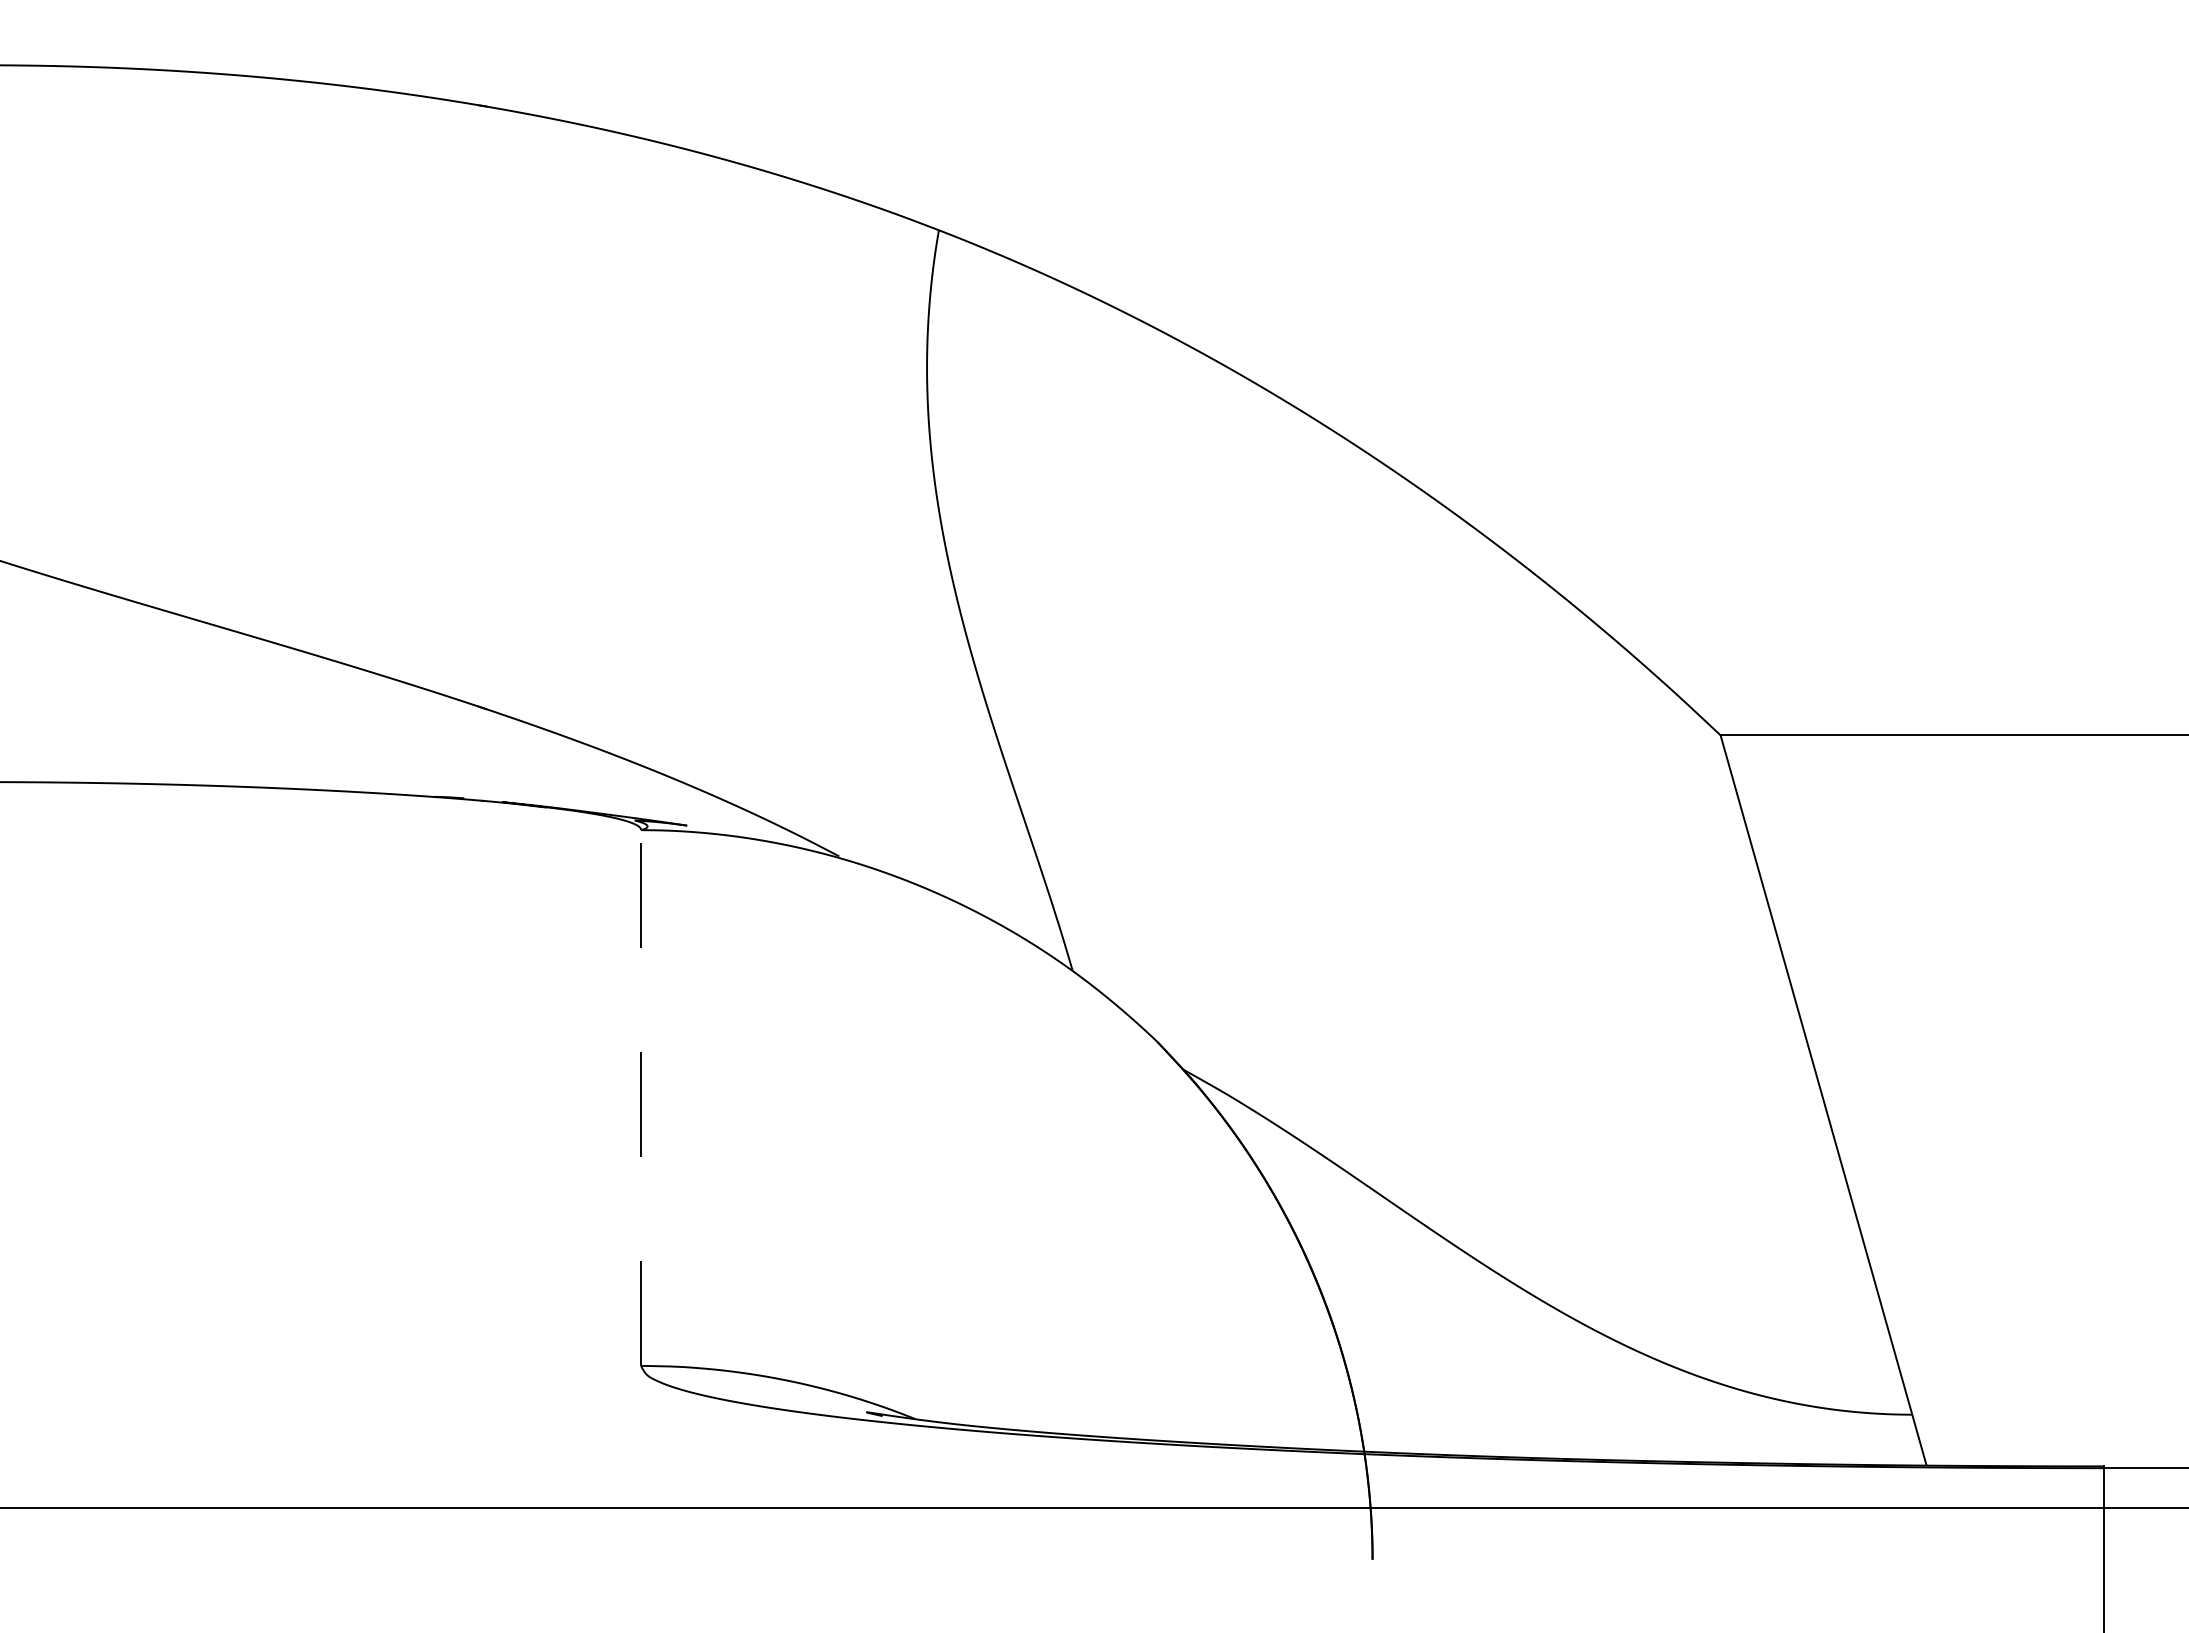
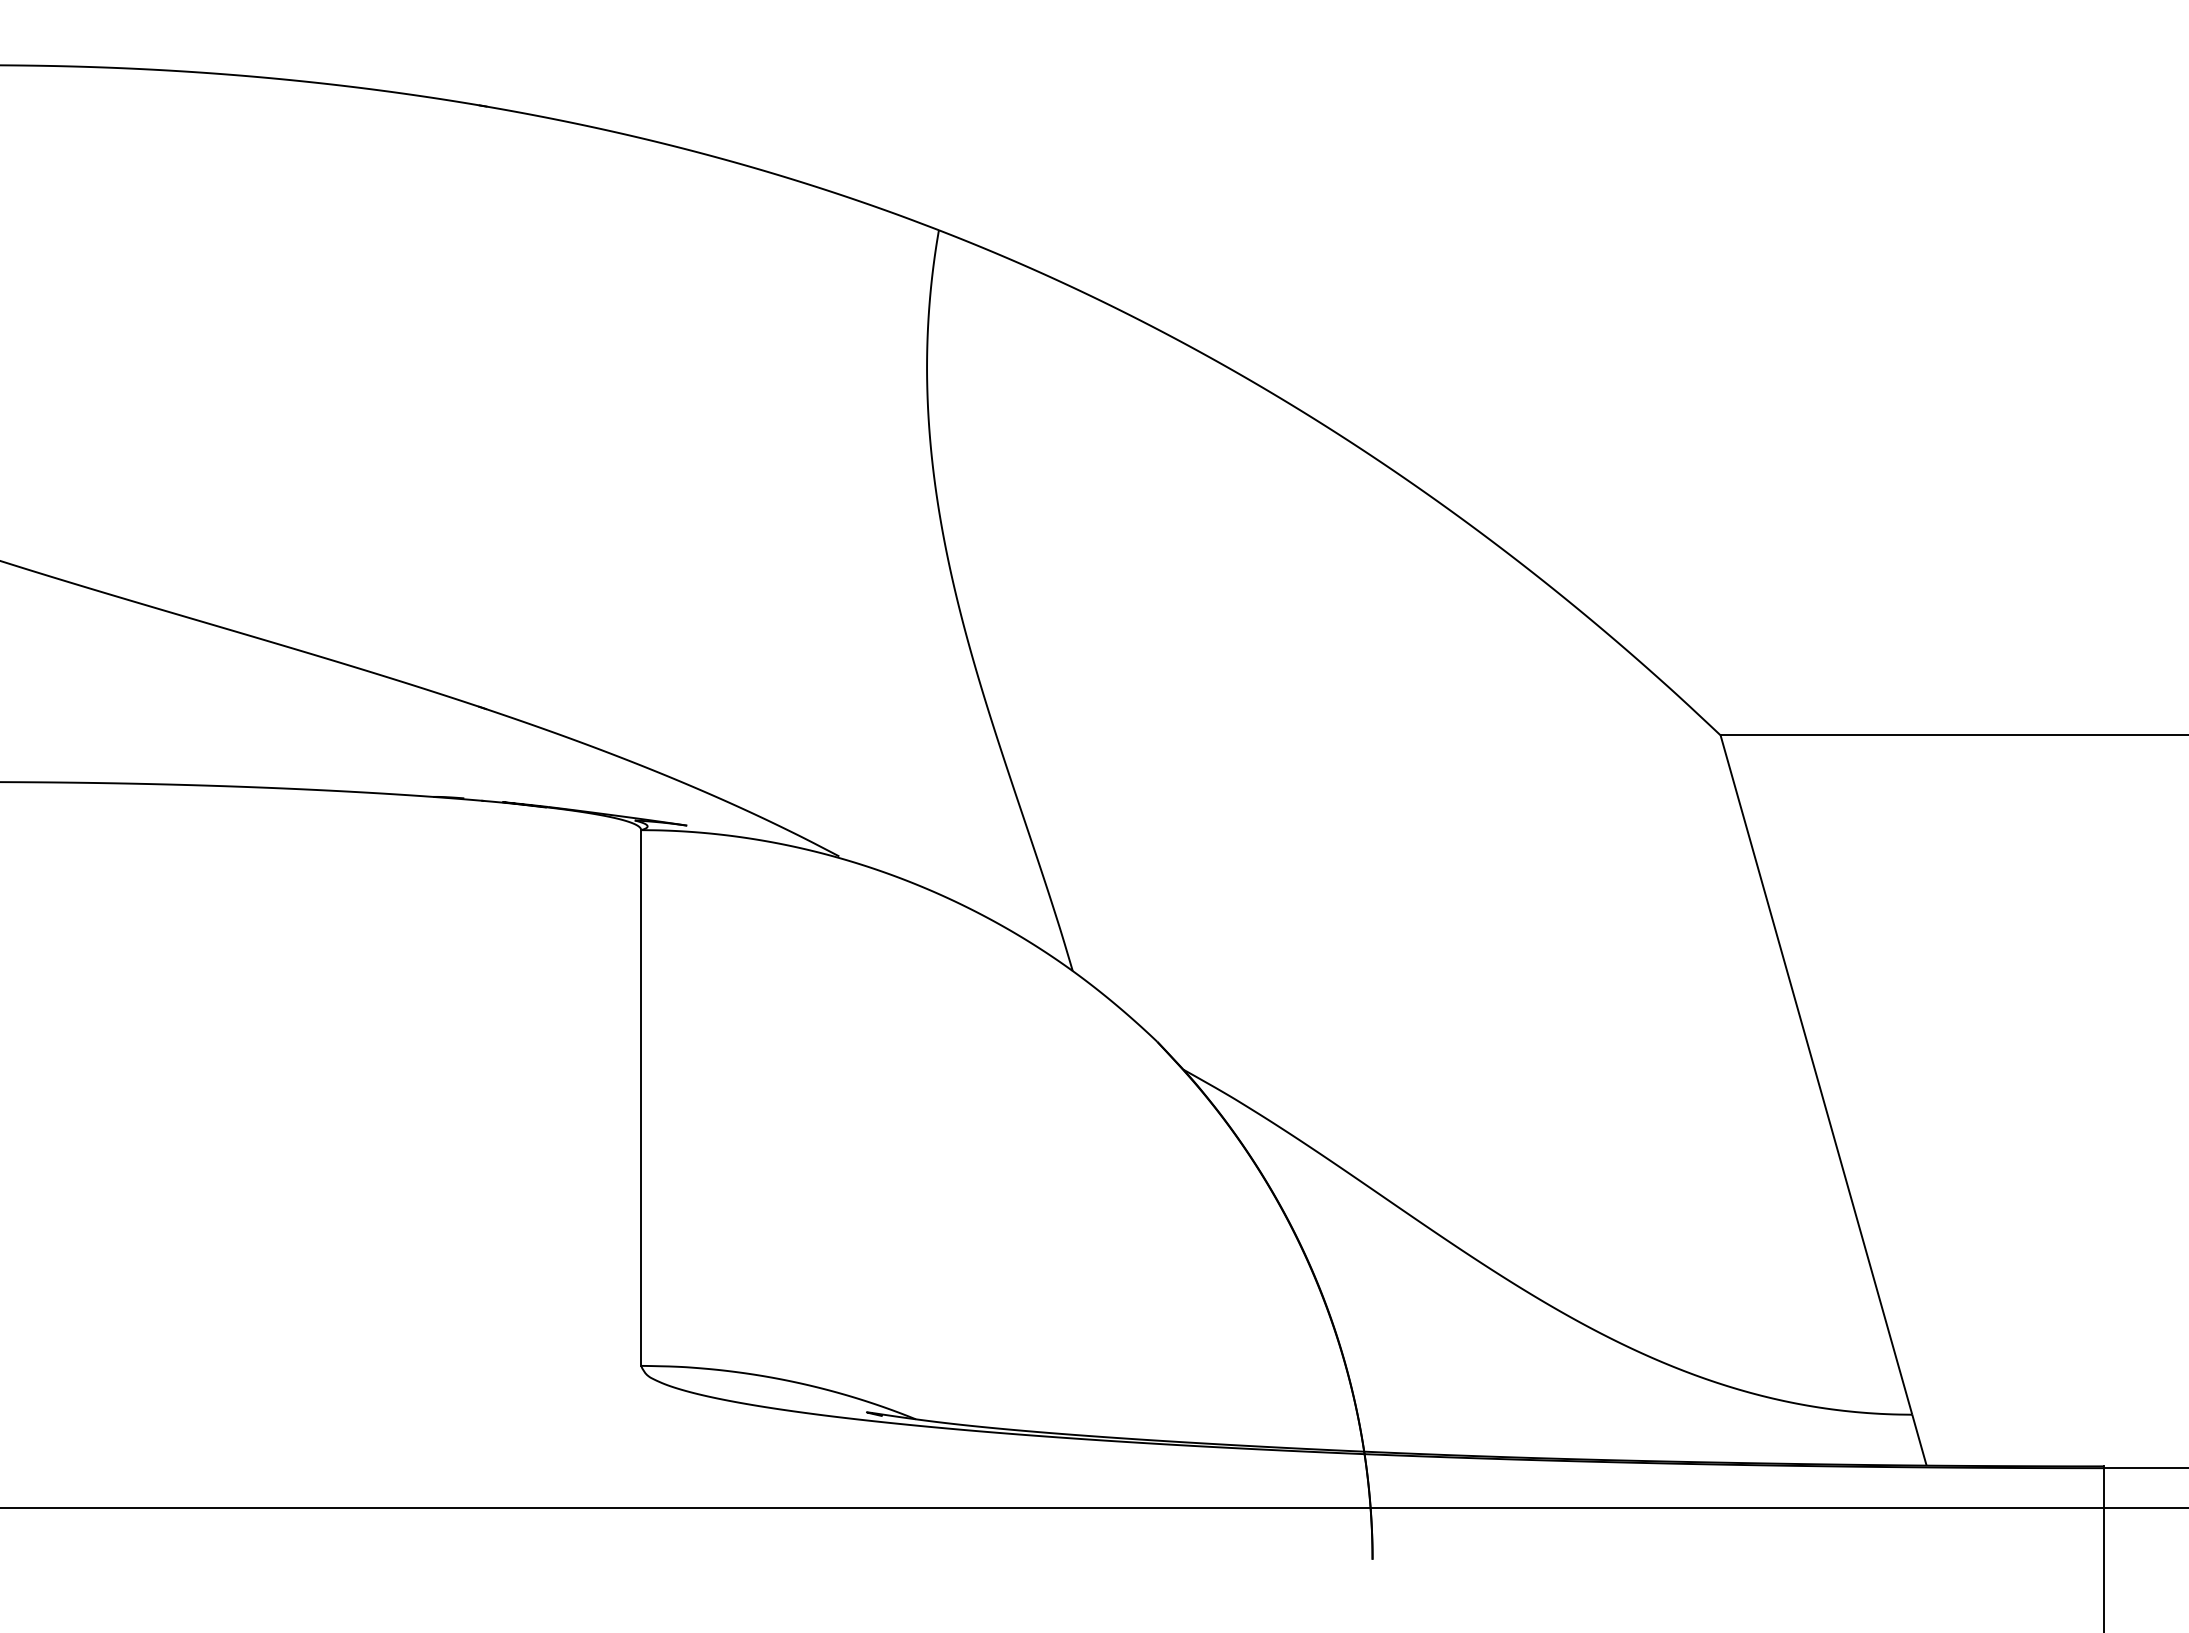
line at (641, 1098): dashed -> solid
